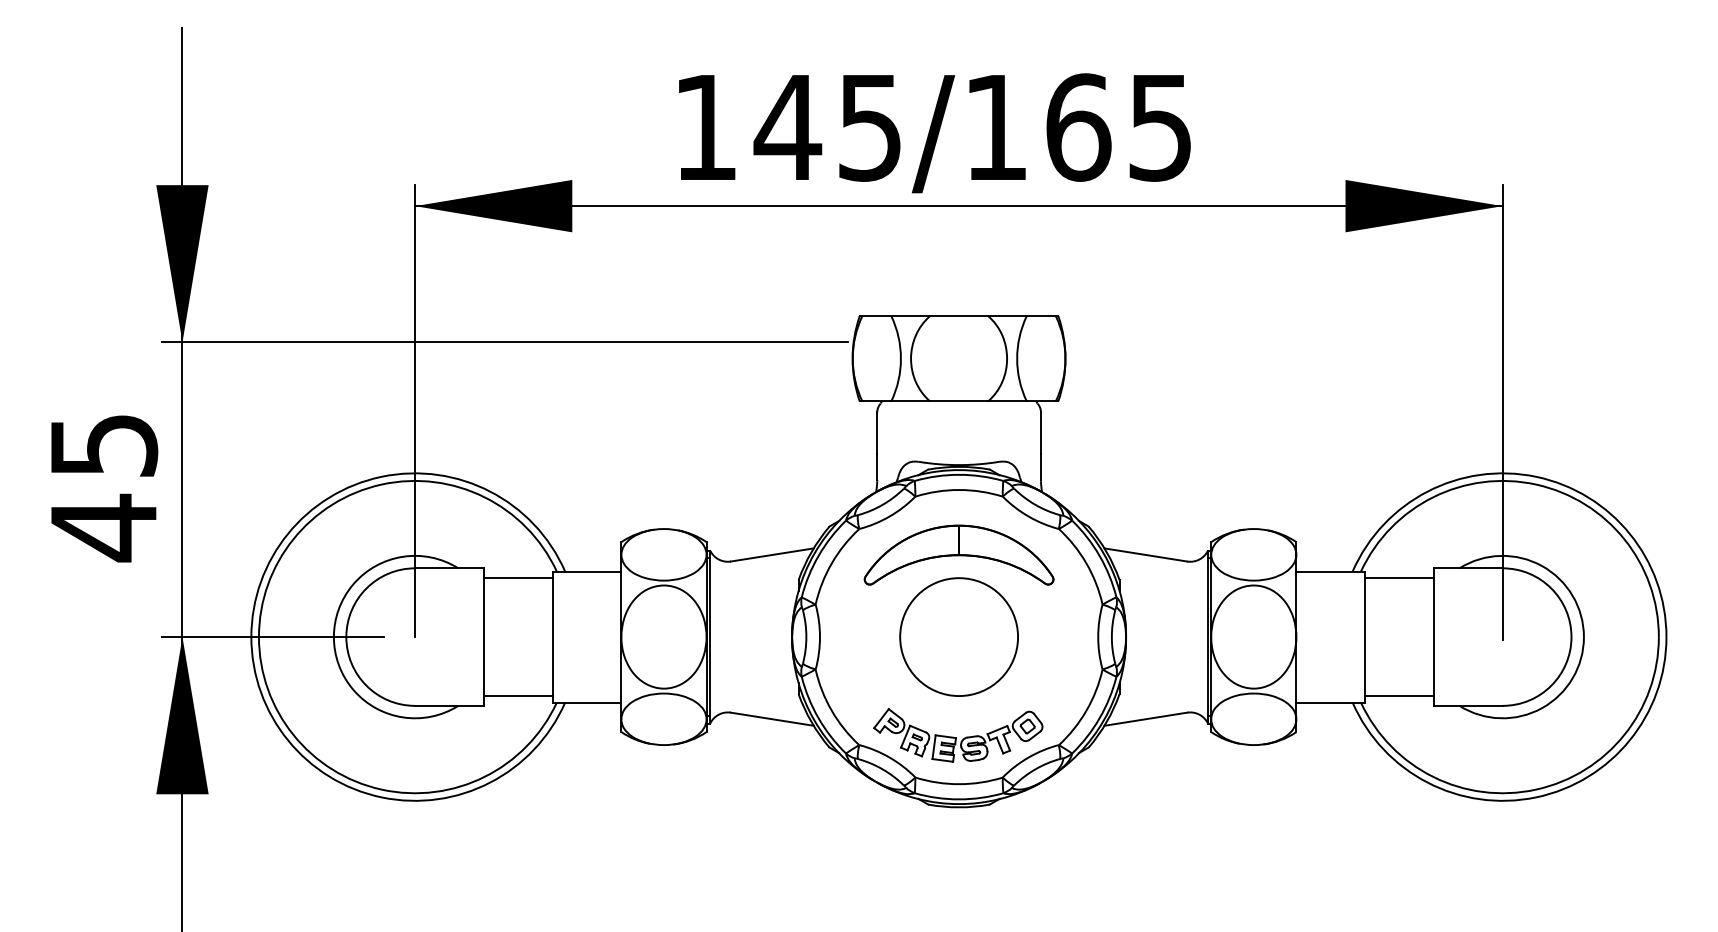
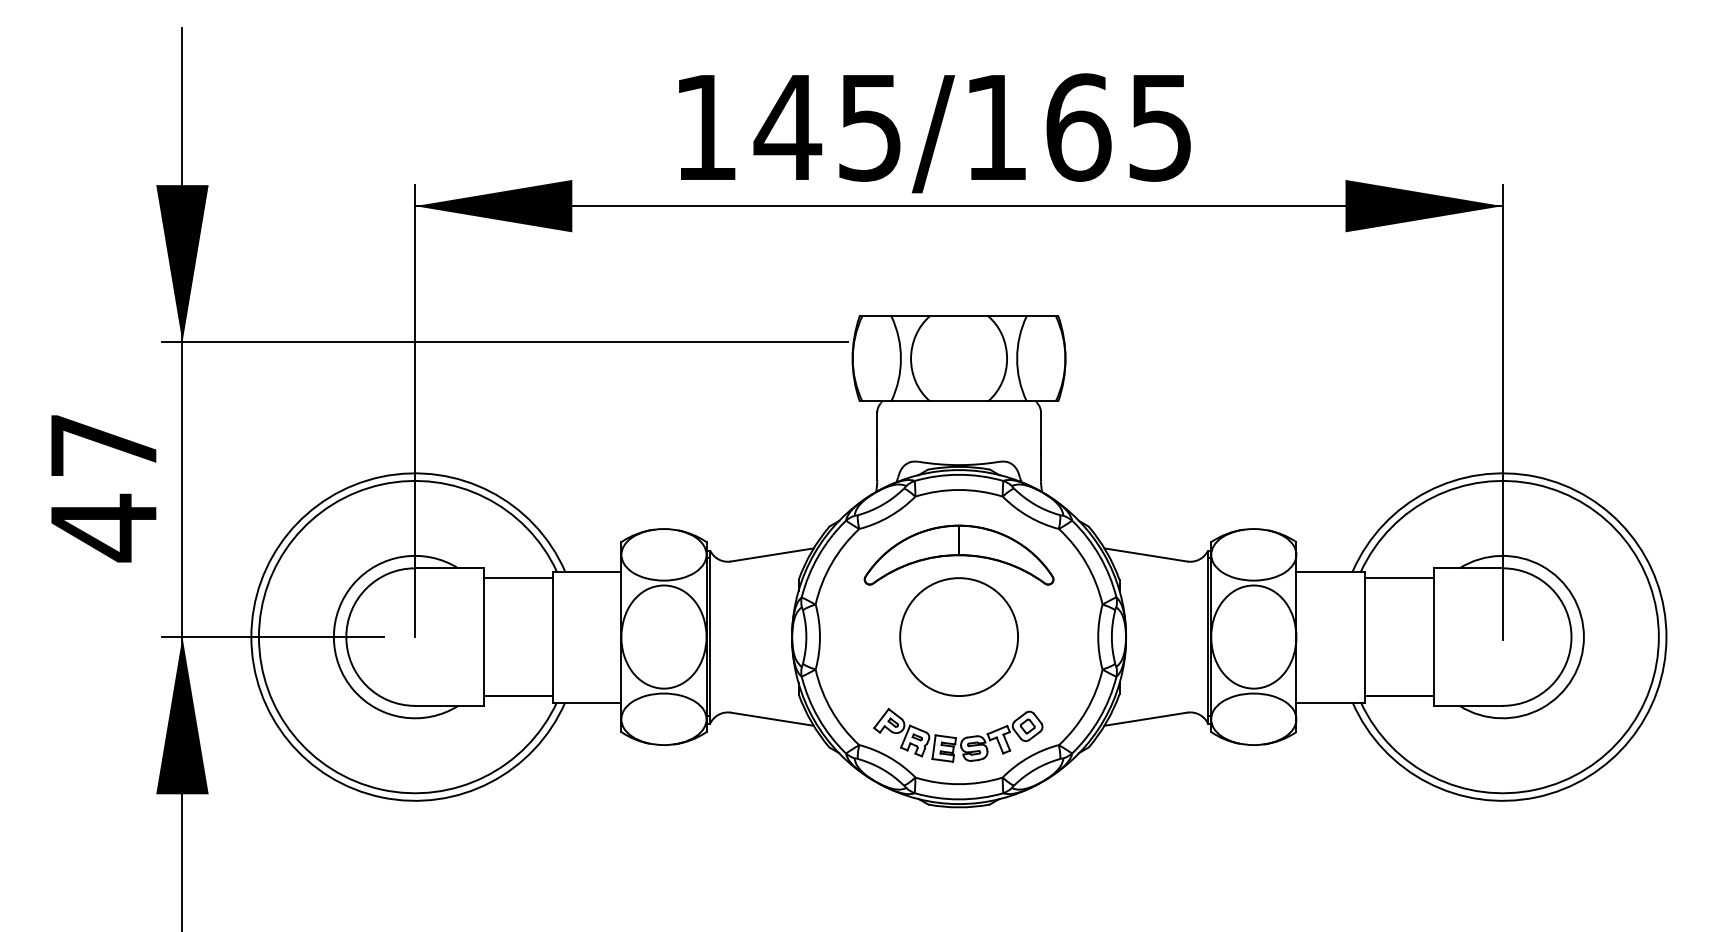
text at (104, 445): 45 -> 47
